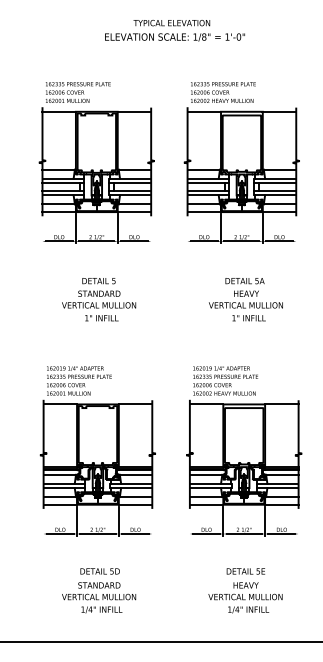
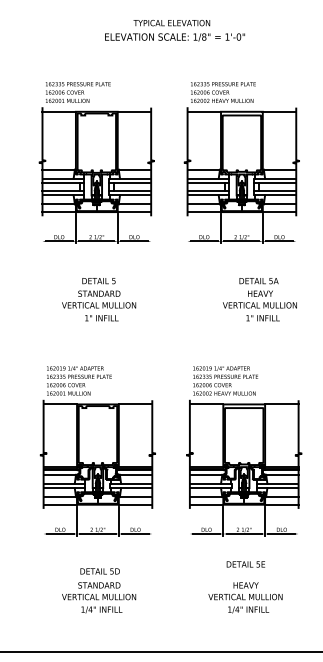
text at (245, 299) position: (245, 299) -> (259, 299)
text at (245, 571) position: (245, 571) -> (245, 564)
line at (160, 642) position: (160, 642) -> (160, 652)
